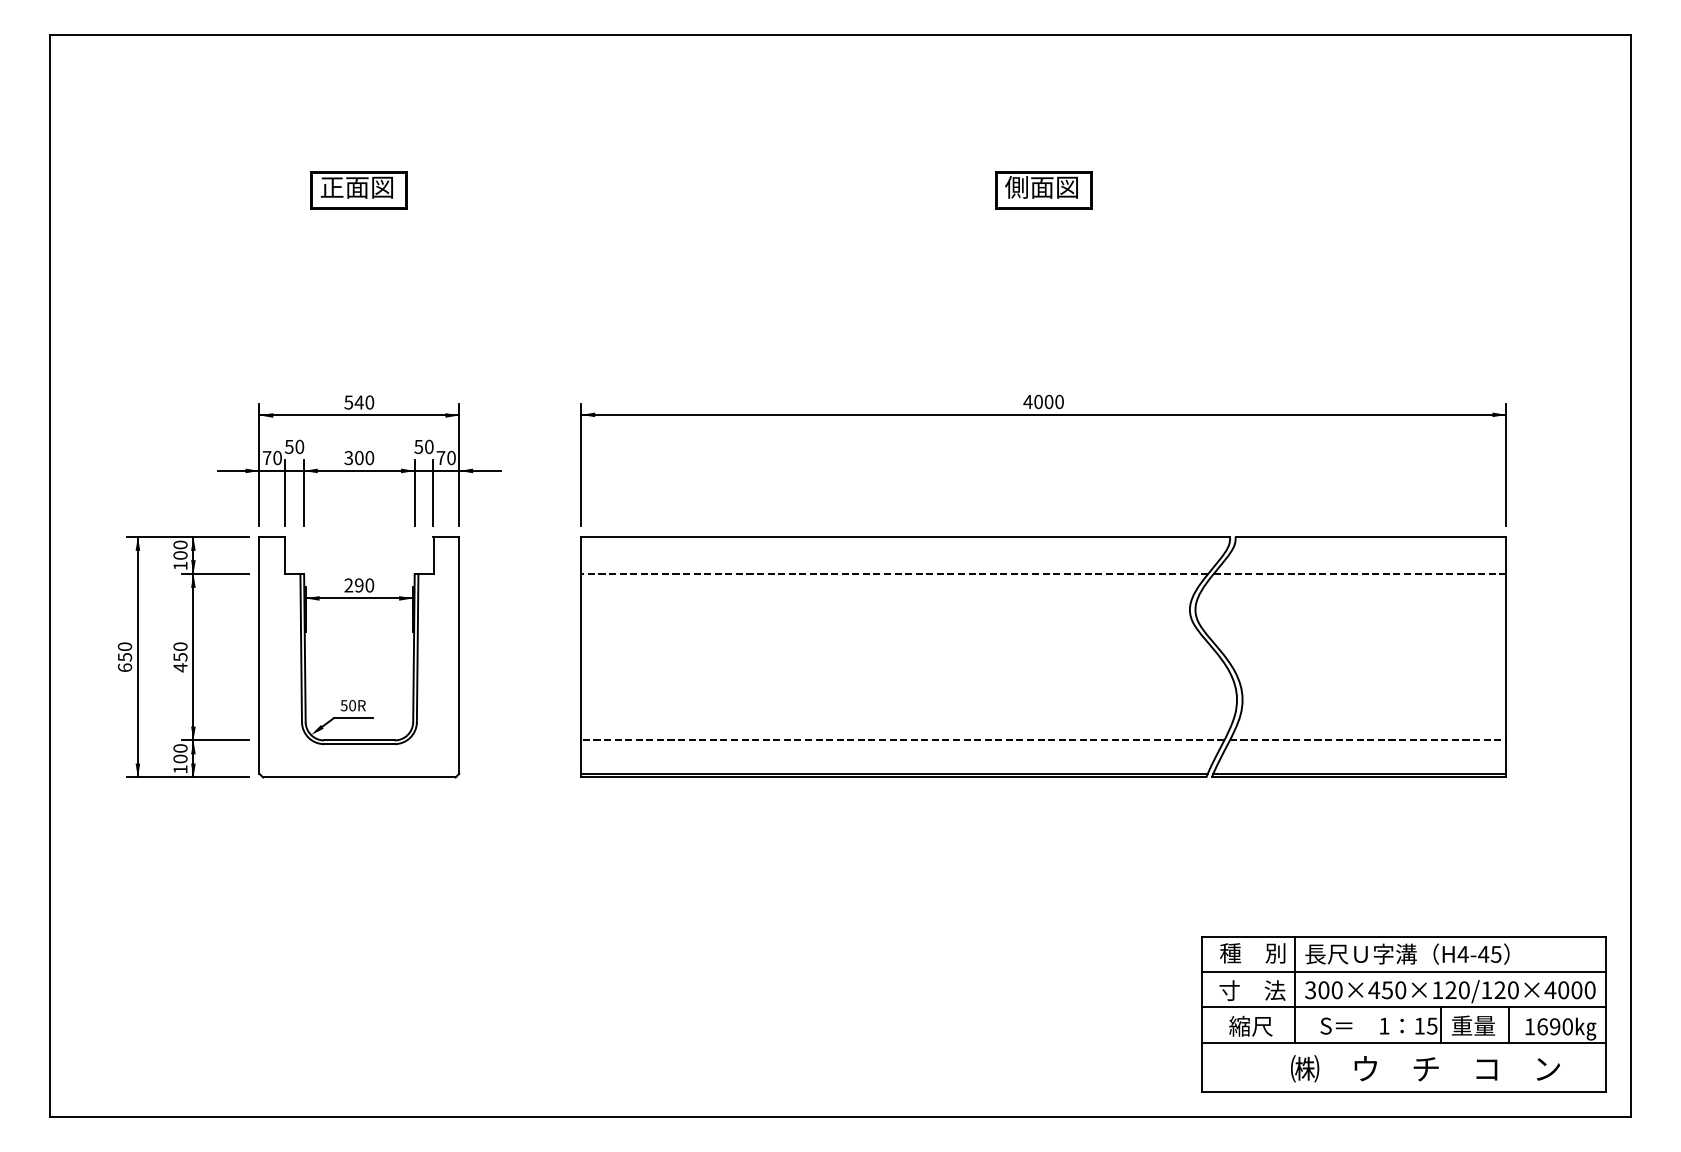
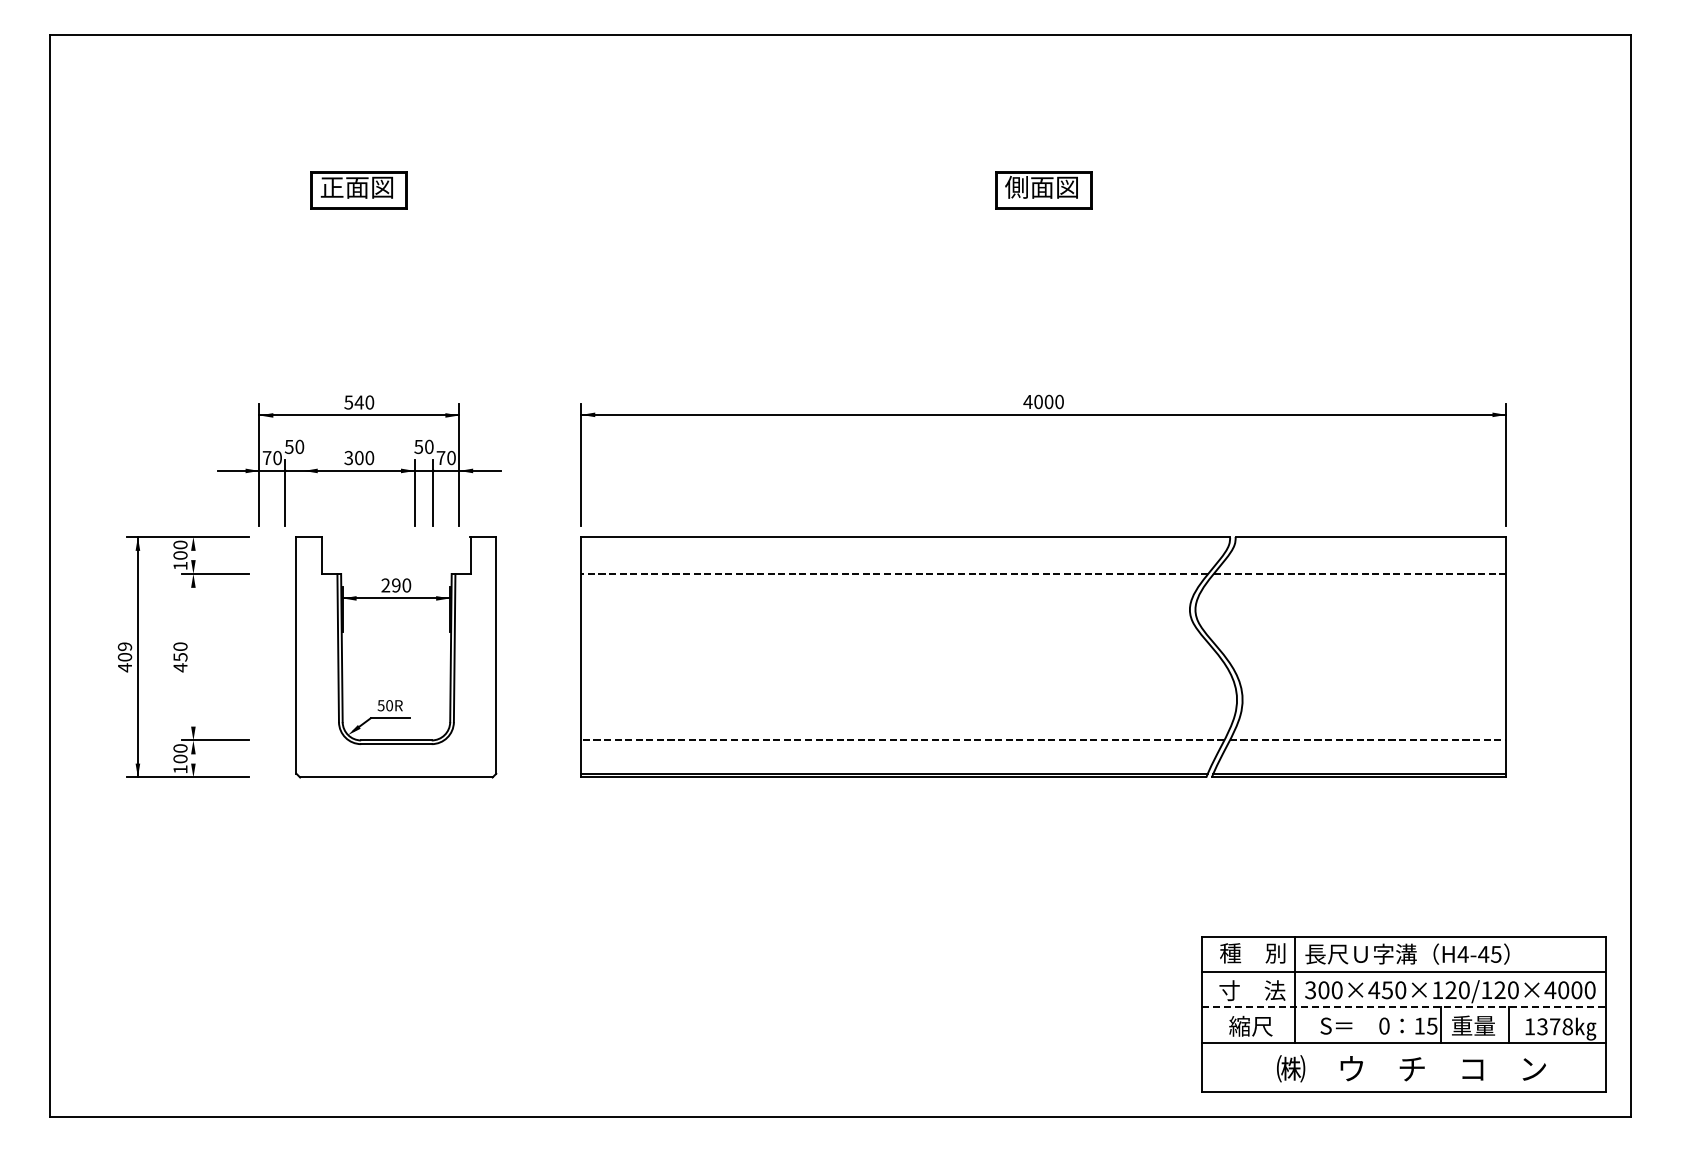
line at (303, 492): present -> none
text at (124, 657): 650 -> 409
line at (193, 657): present -> none
part at (359, 657) position: (359, 657) -> (396, 657)
line at (1404, 1007): solid -> dashed
text at (1384, 1025): 1 -> 0
text at (1554, 1026): 1690 -> 1378
text at (1425, 1068) position: (1425, 1068) -> (1411, 1068)
